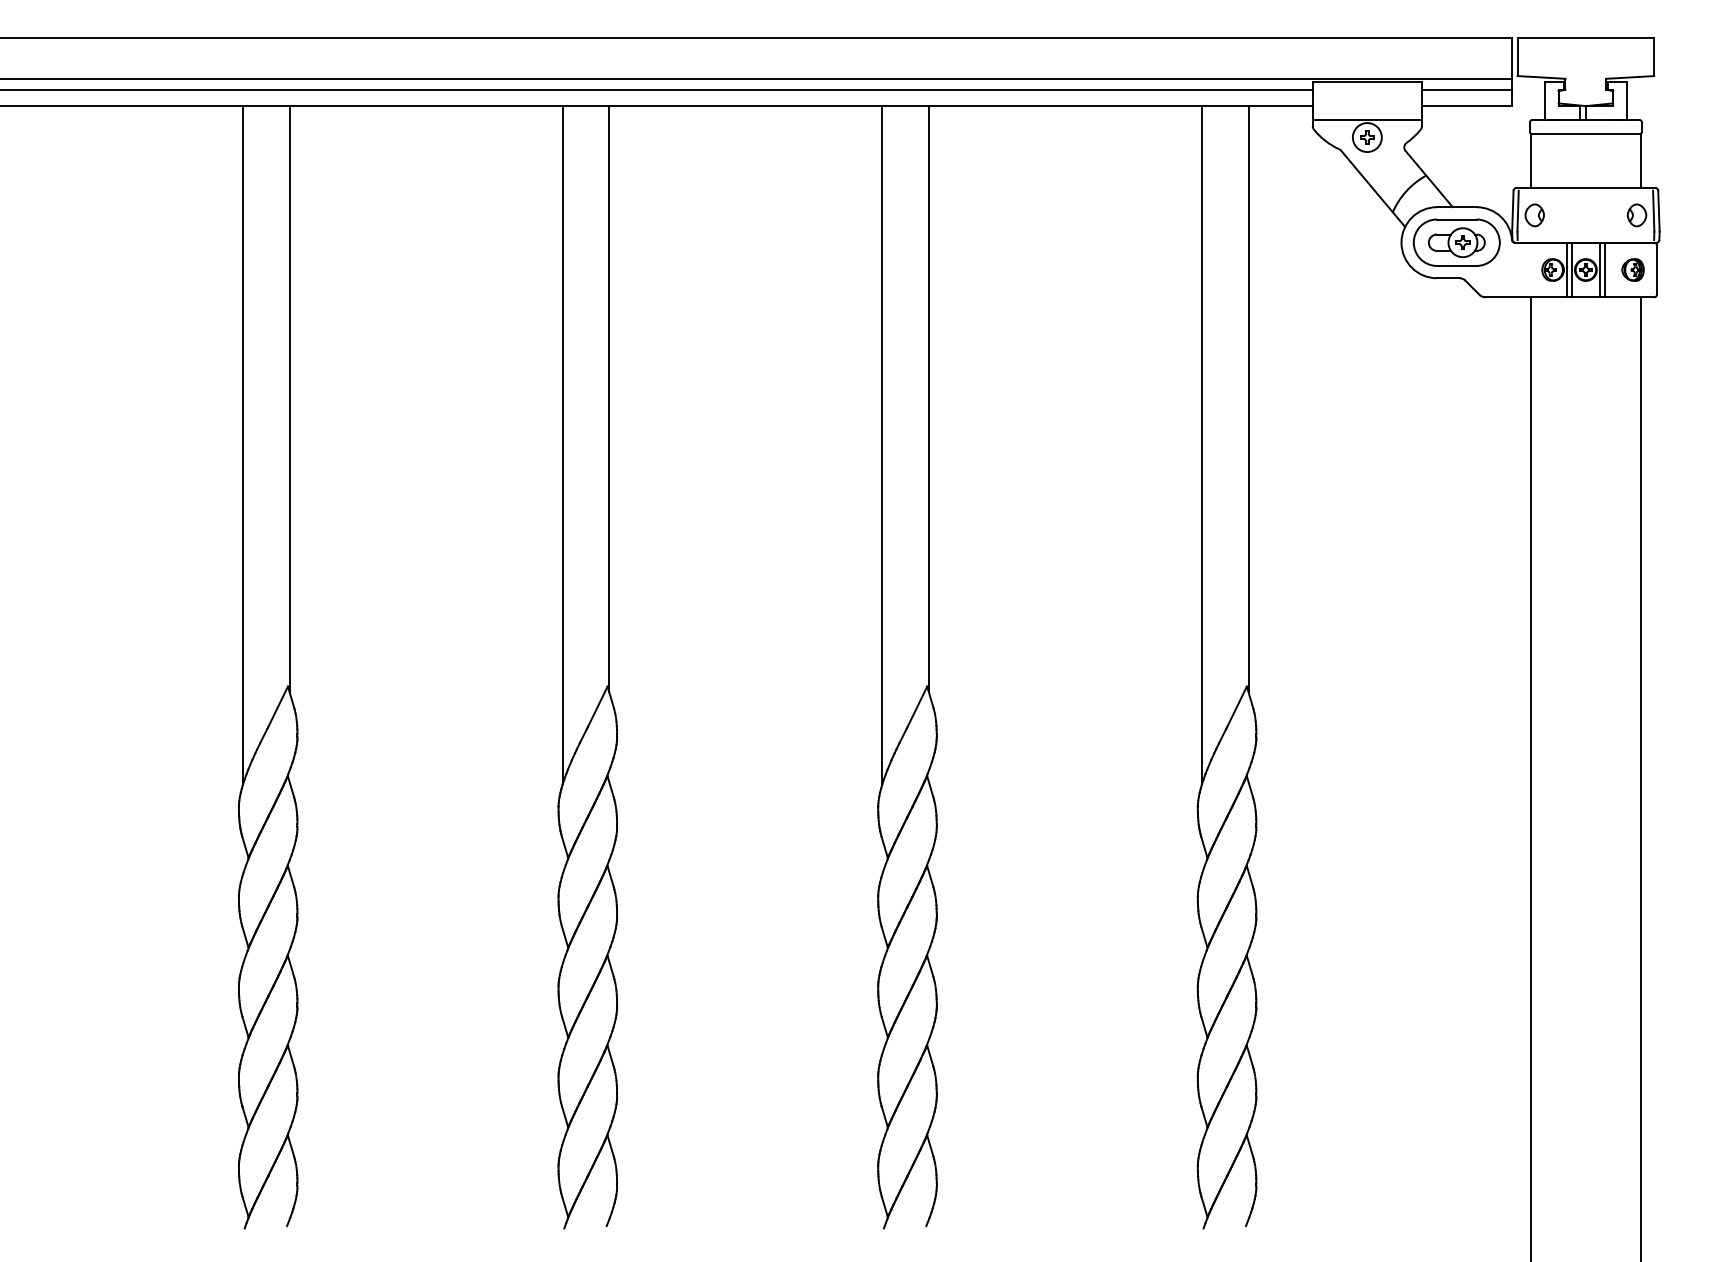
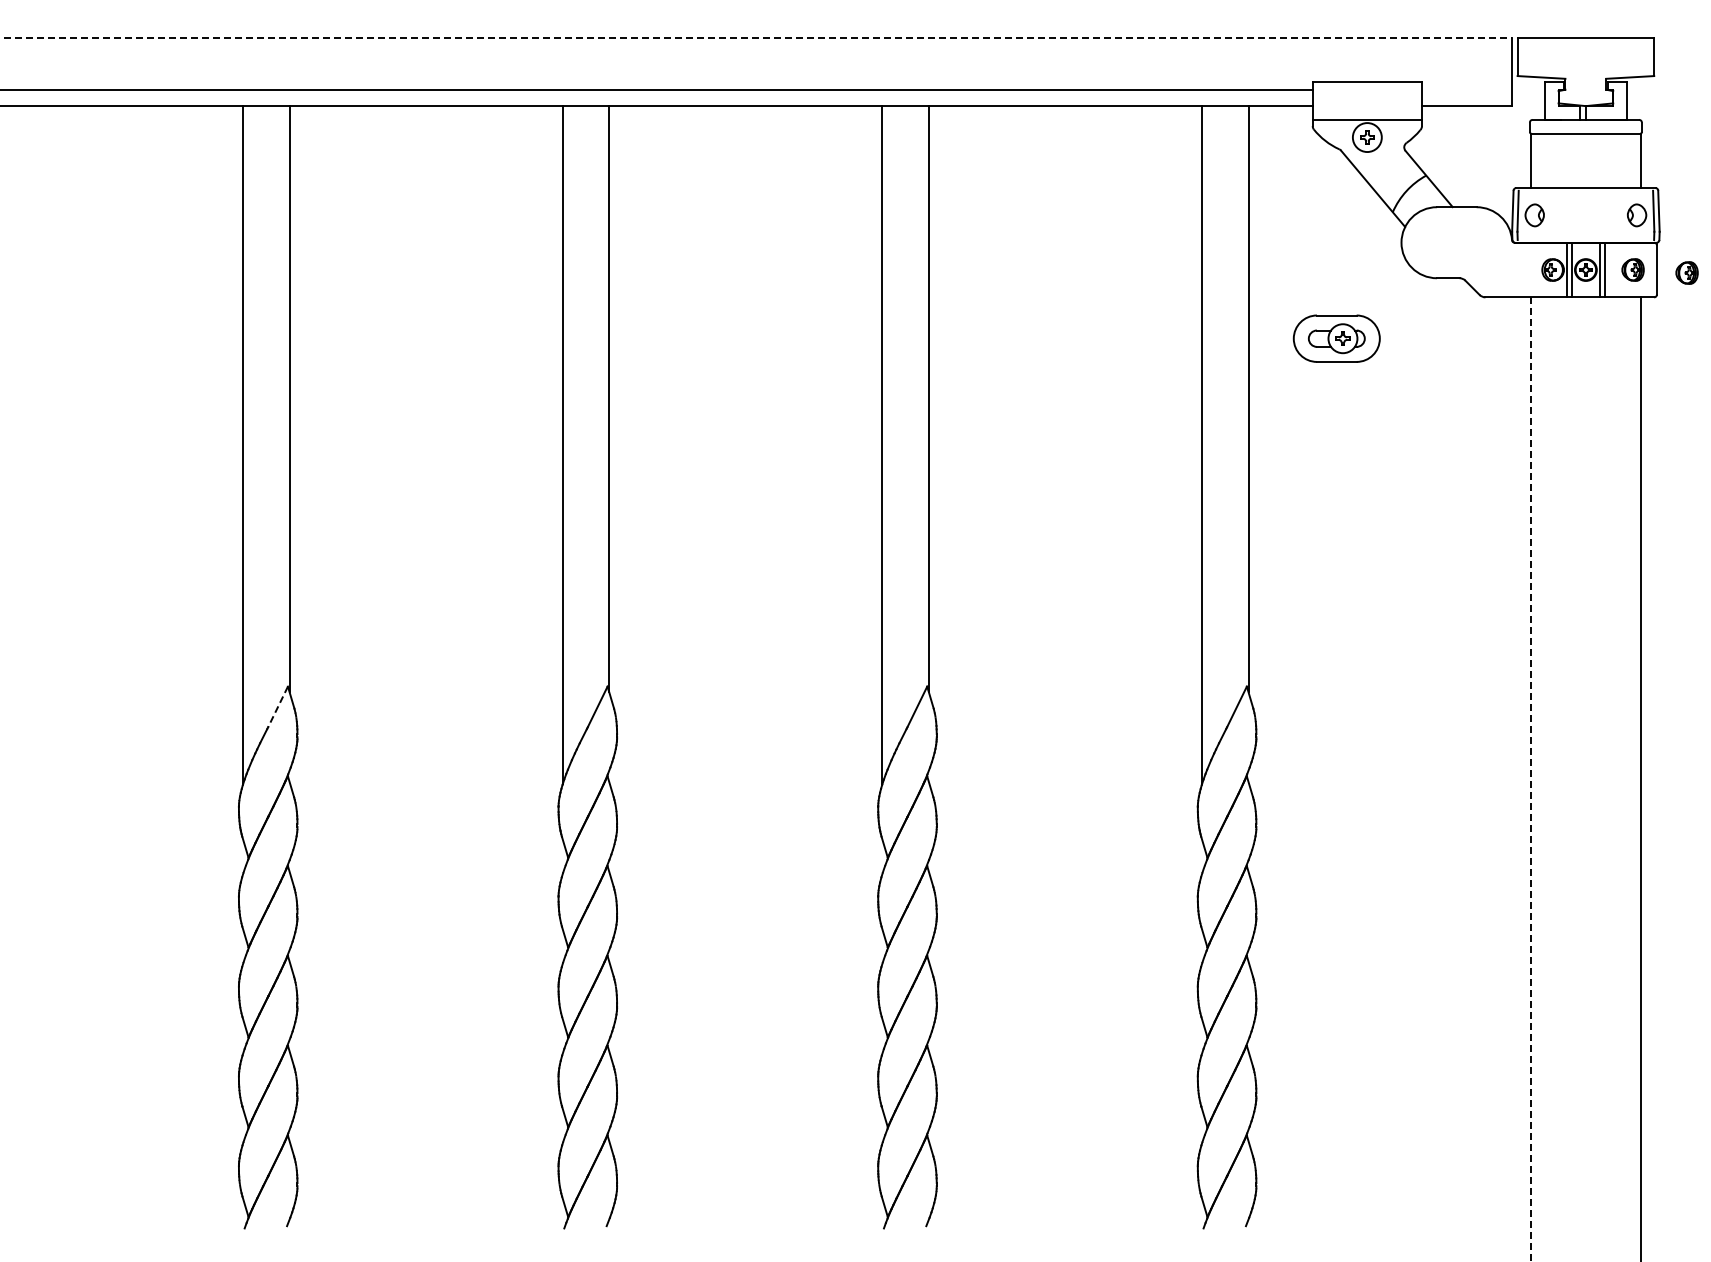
line at (756, 37): solid -> dashed
line at (757, 78): present -> none
line at (1466, 89): present -> none
part at (1456, 242) position: (1456, 242) -> (1336, 338)
part at (1686, 272): none -> present
line at (278, 706): solid -> dashed
line at (1530, 780): solid -> dashed
